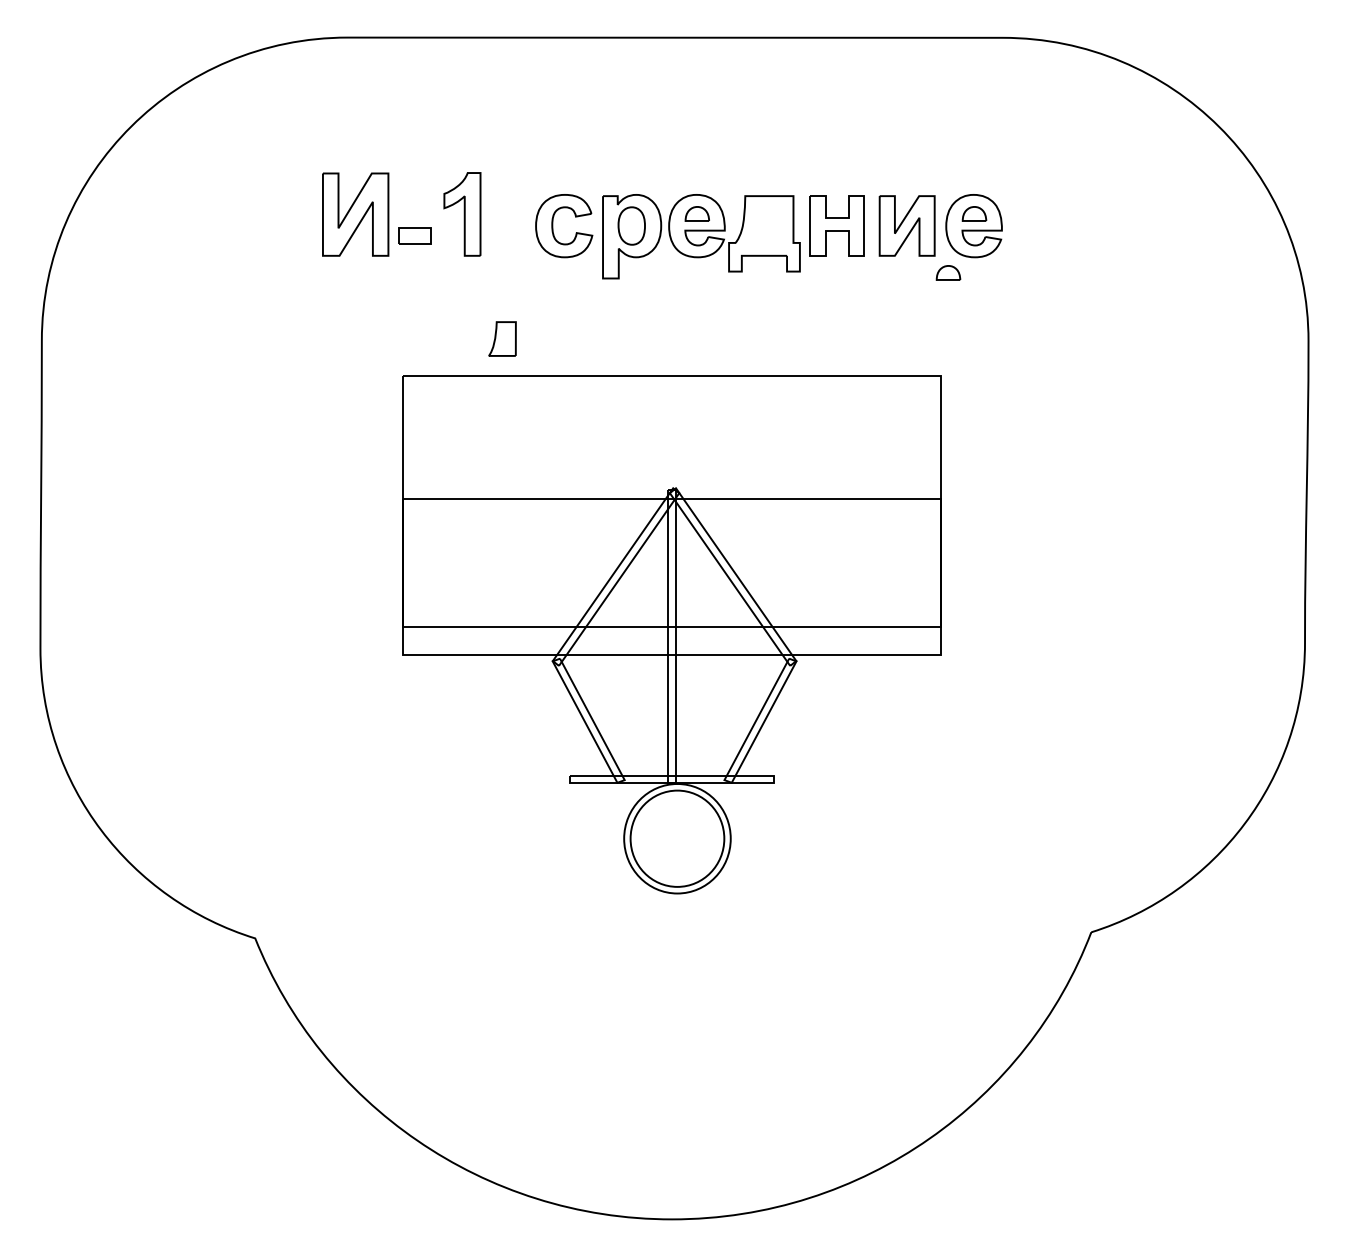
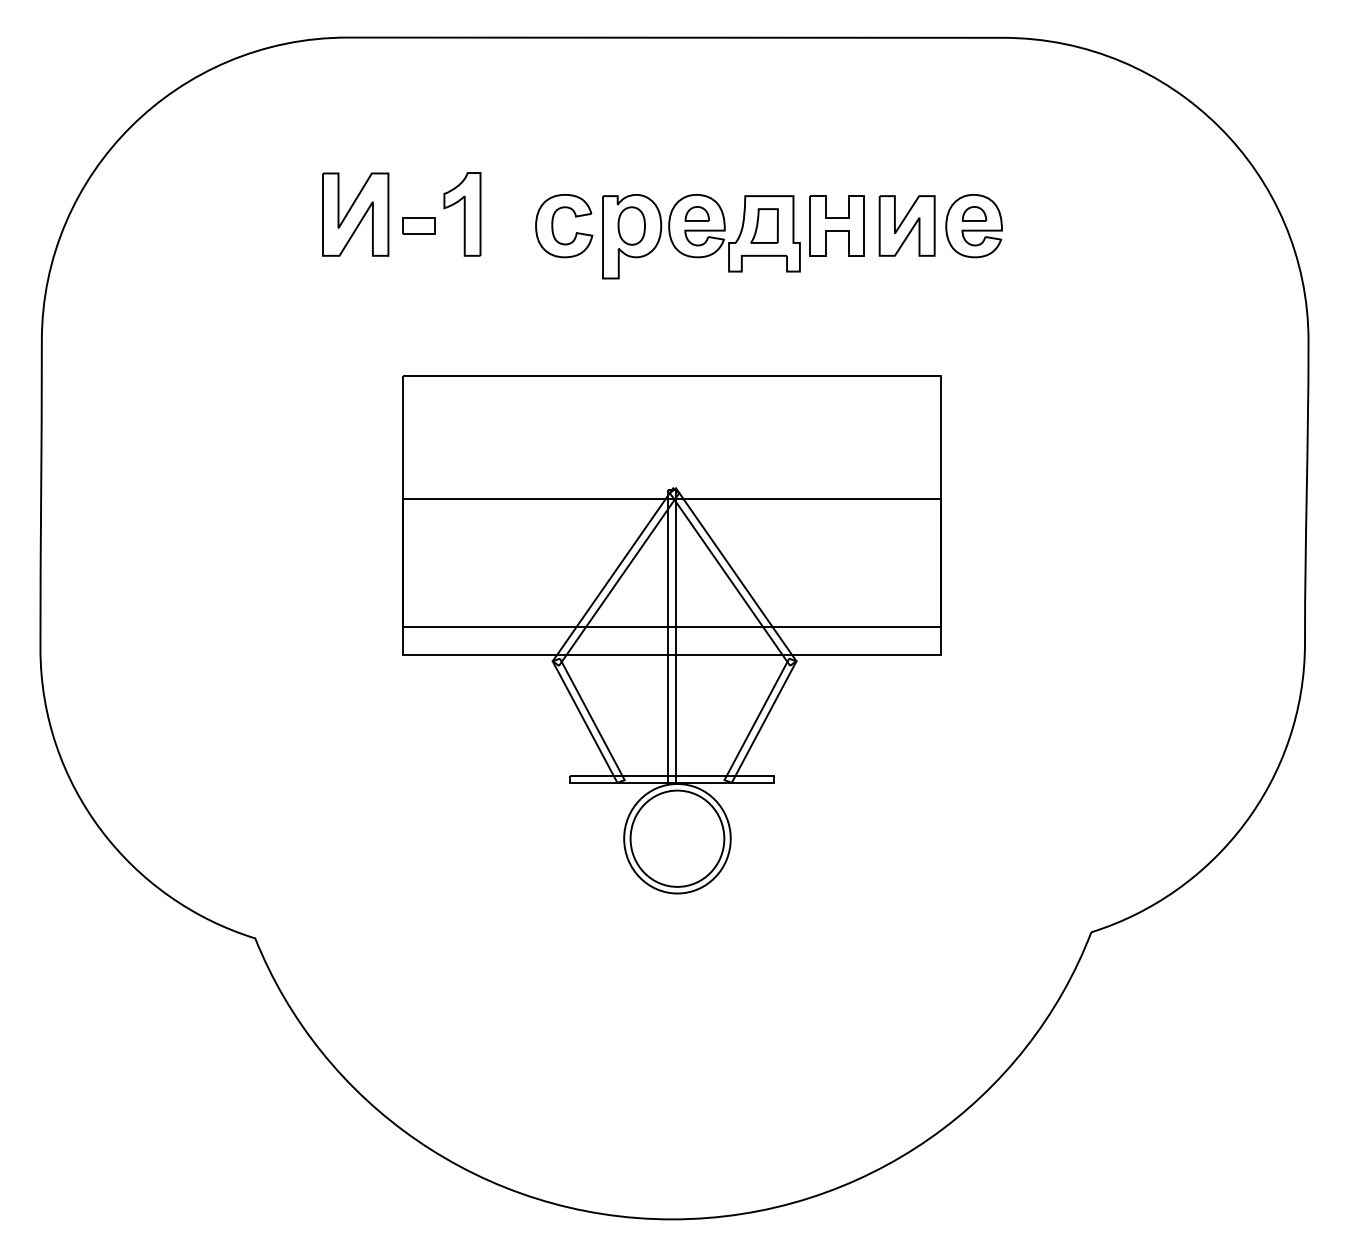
part at (414, 235) position: (414, 235) -> (418, 225)
part at (948, 272): present -> none
part at (502, 338) position: (502, 338) -> (764, 225)
